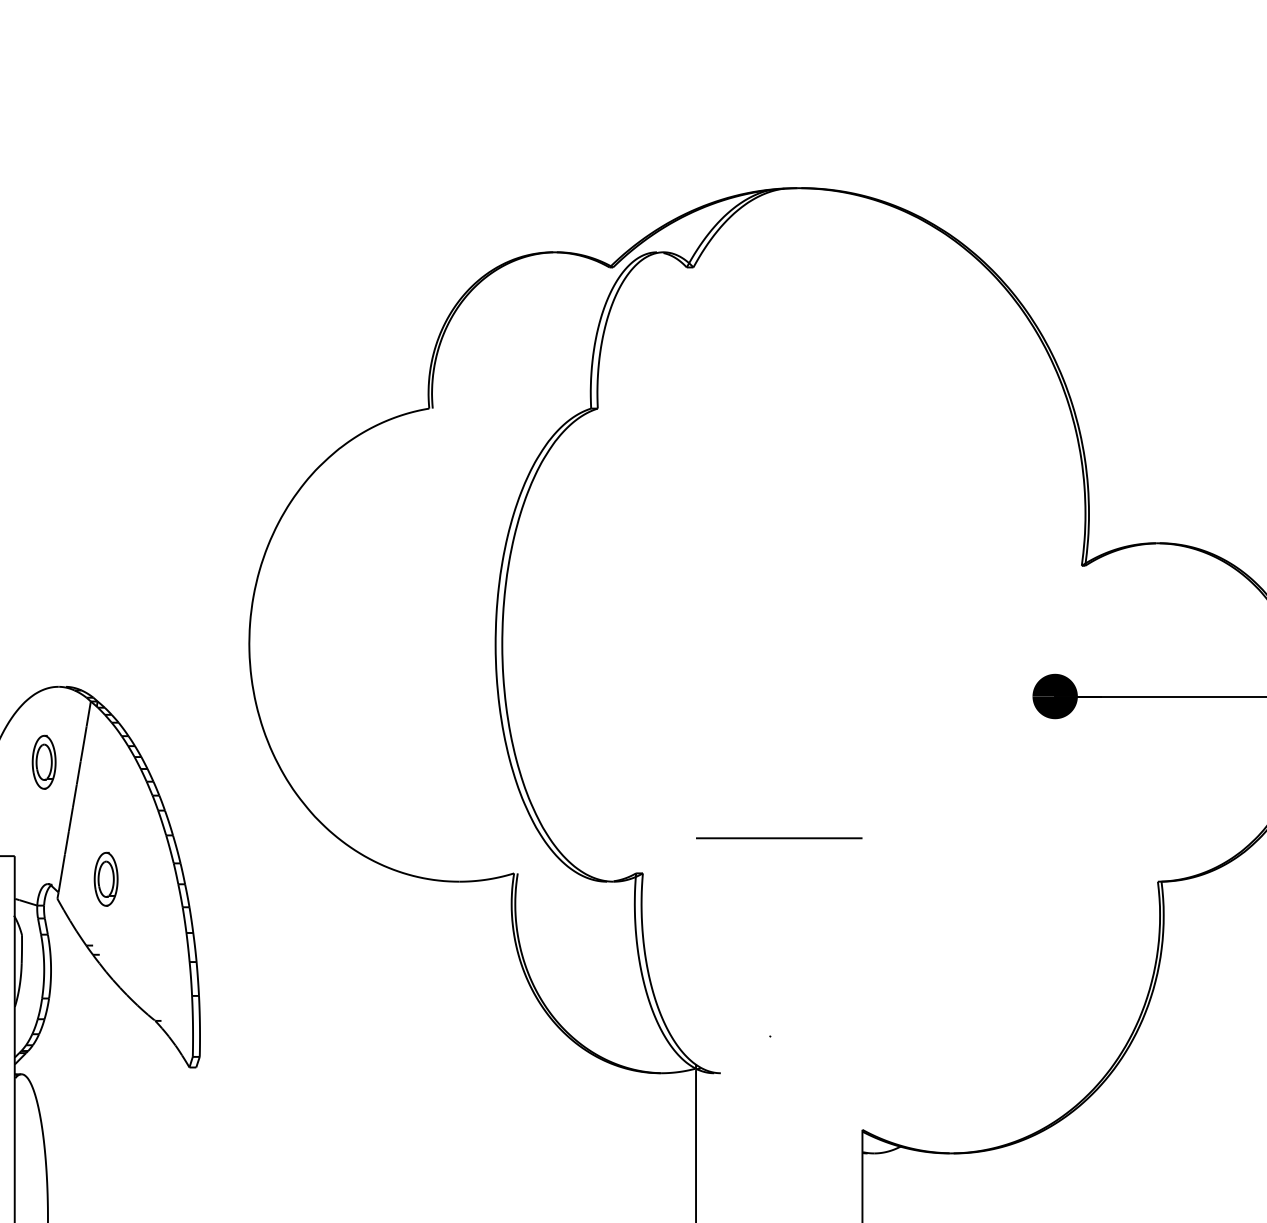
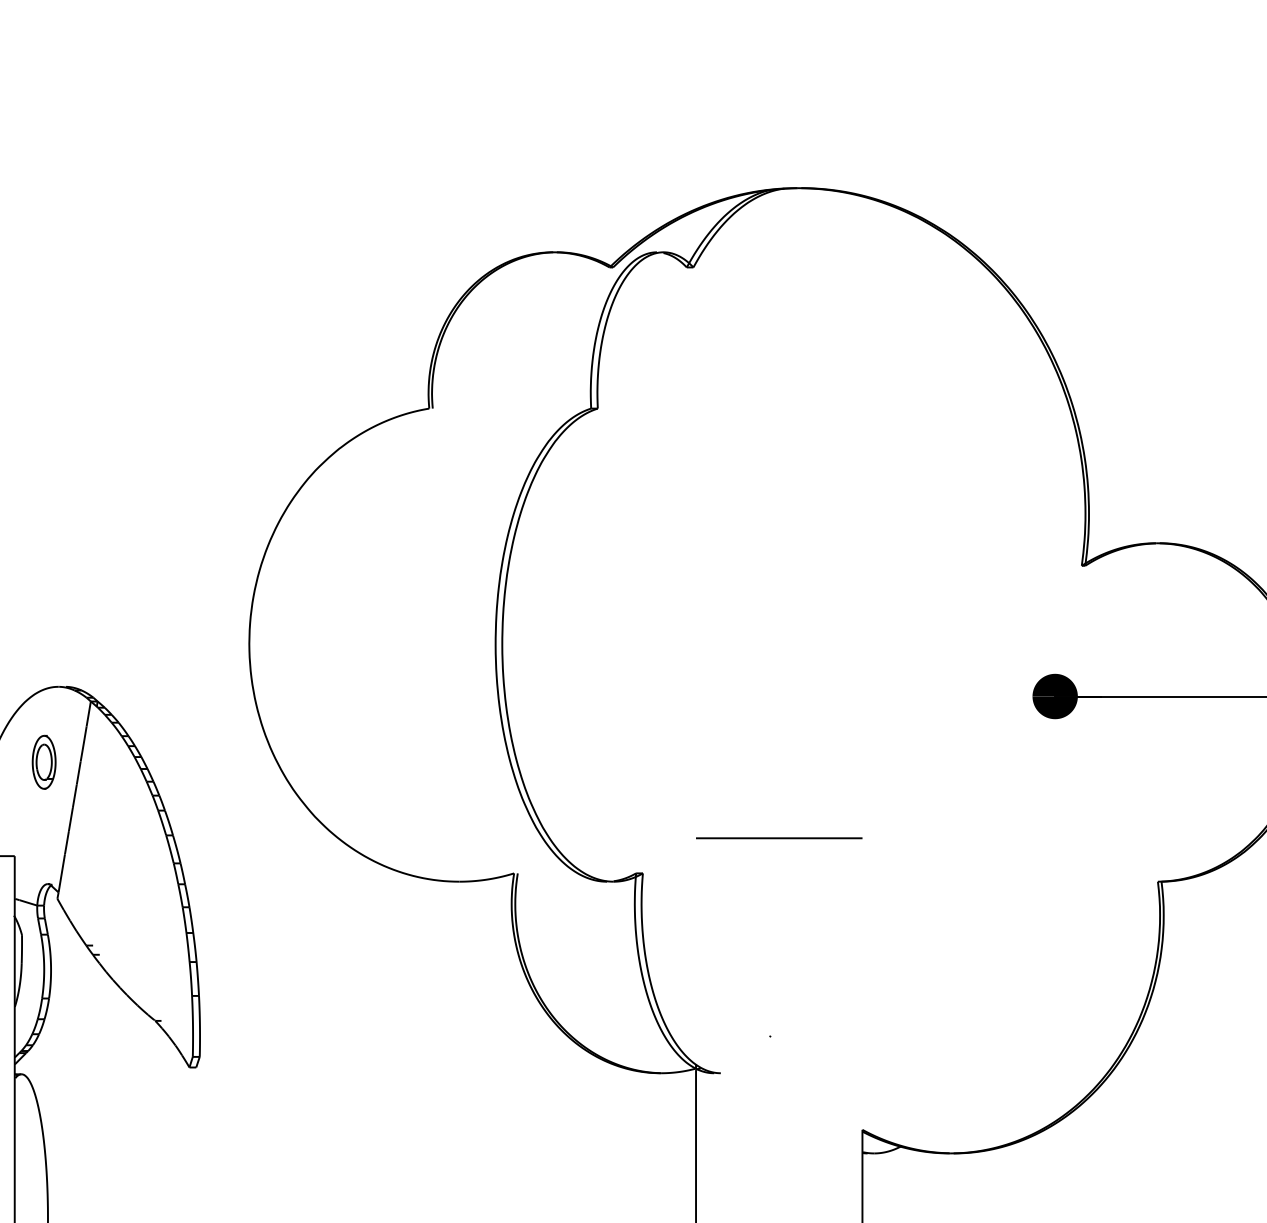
part at (105, 878): present -> none
